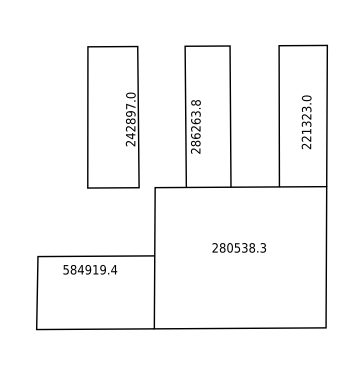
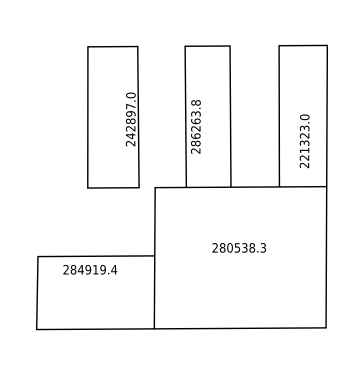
text at (306, 122) position: (306, 122) -> (304, 141)
text at (65, 269): 584919.4 -> 284919.4
